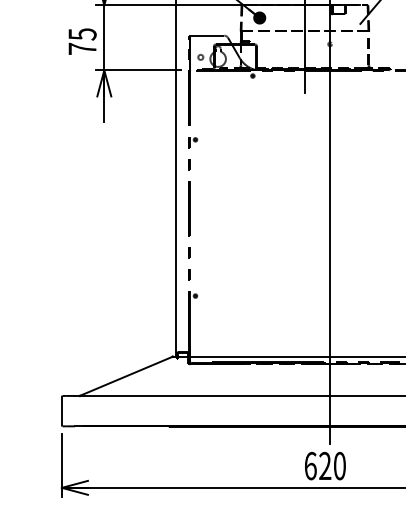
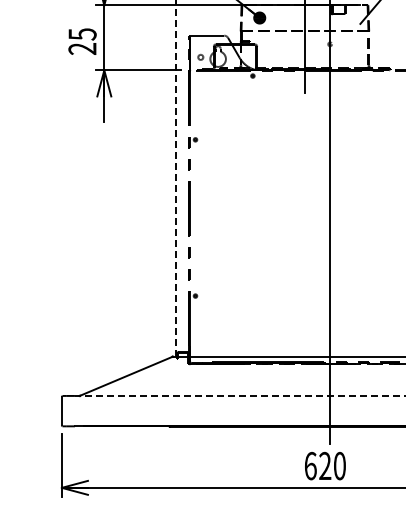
text at (82, 48): 75 -> 25
line at (175, 177): solid -> dashed
line at (239, 395): solid -> dashed
